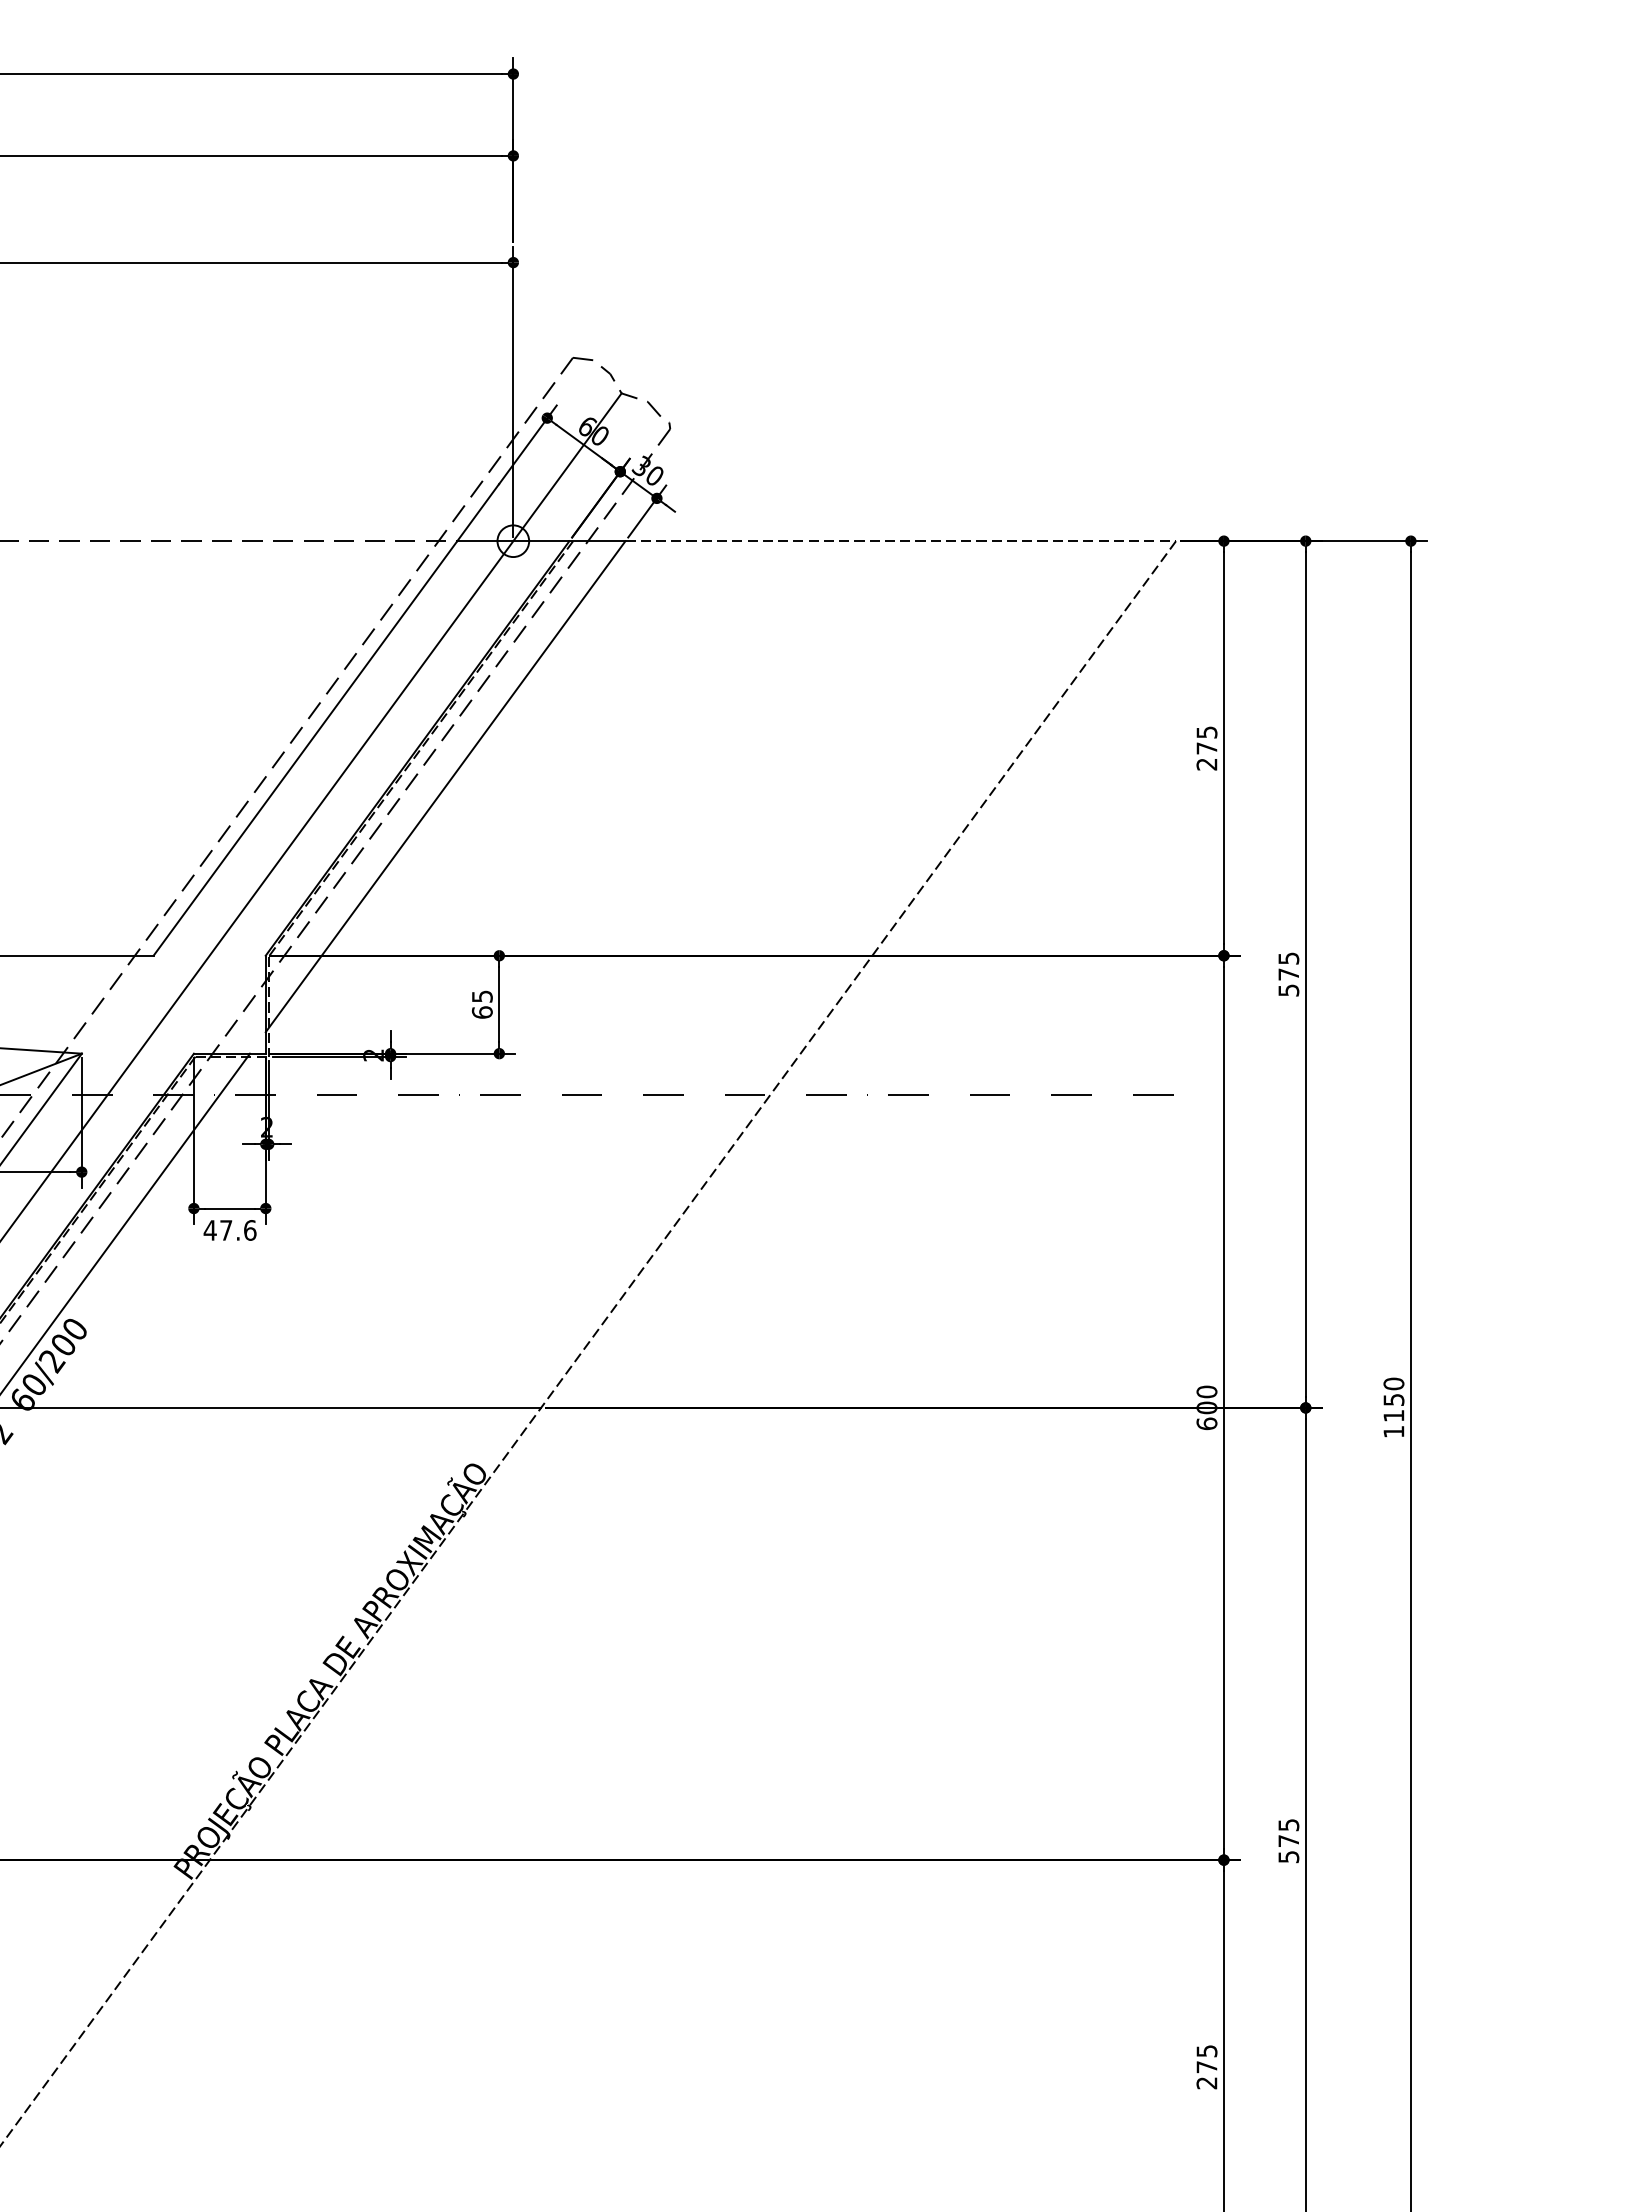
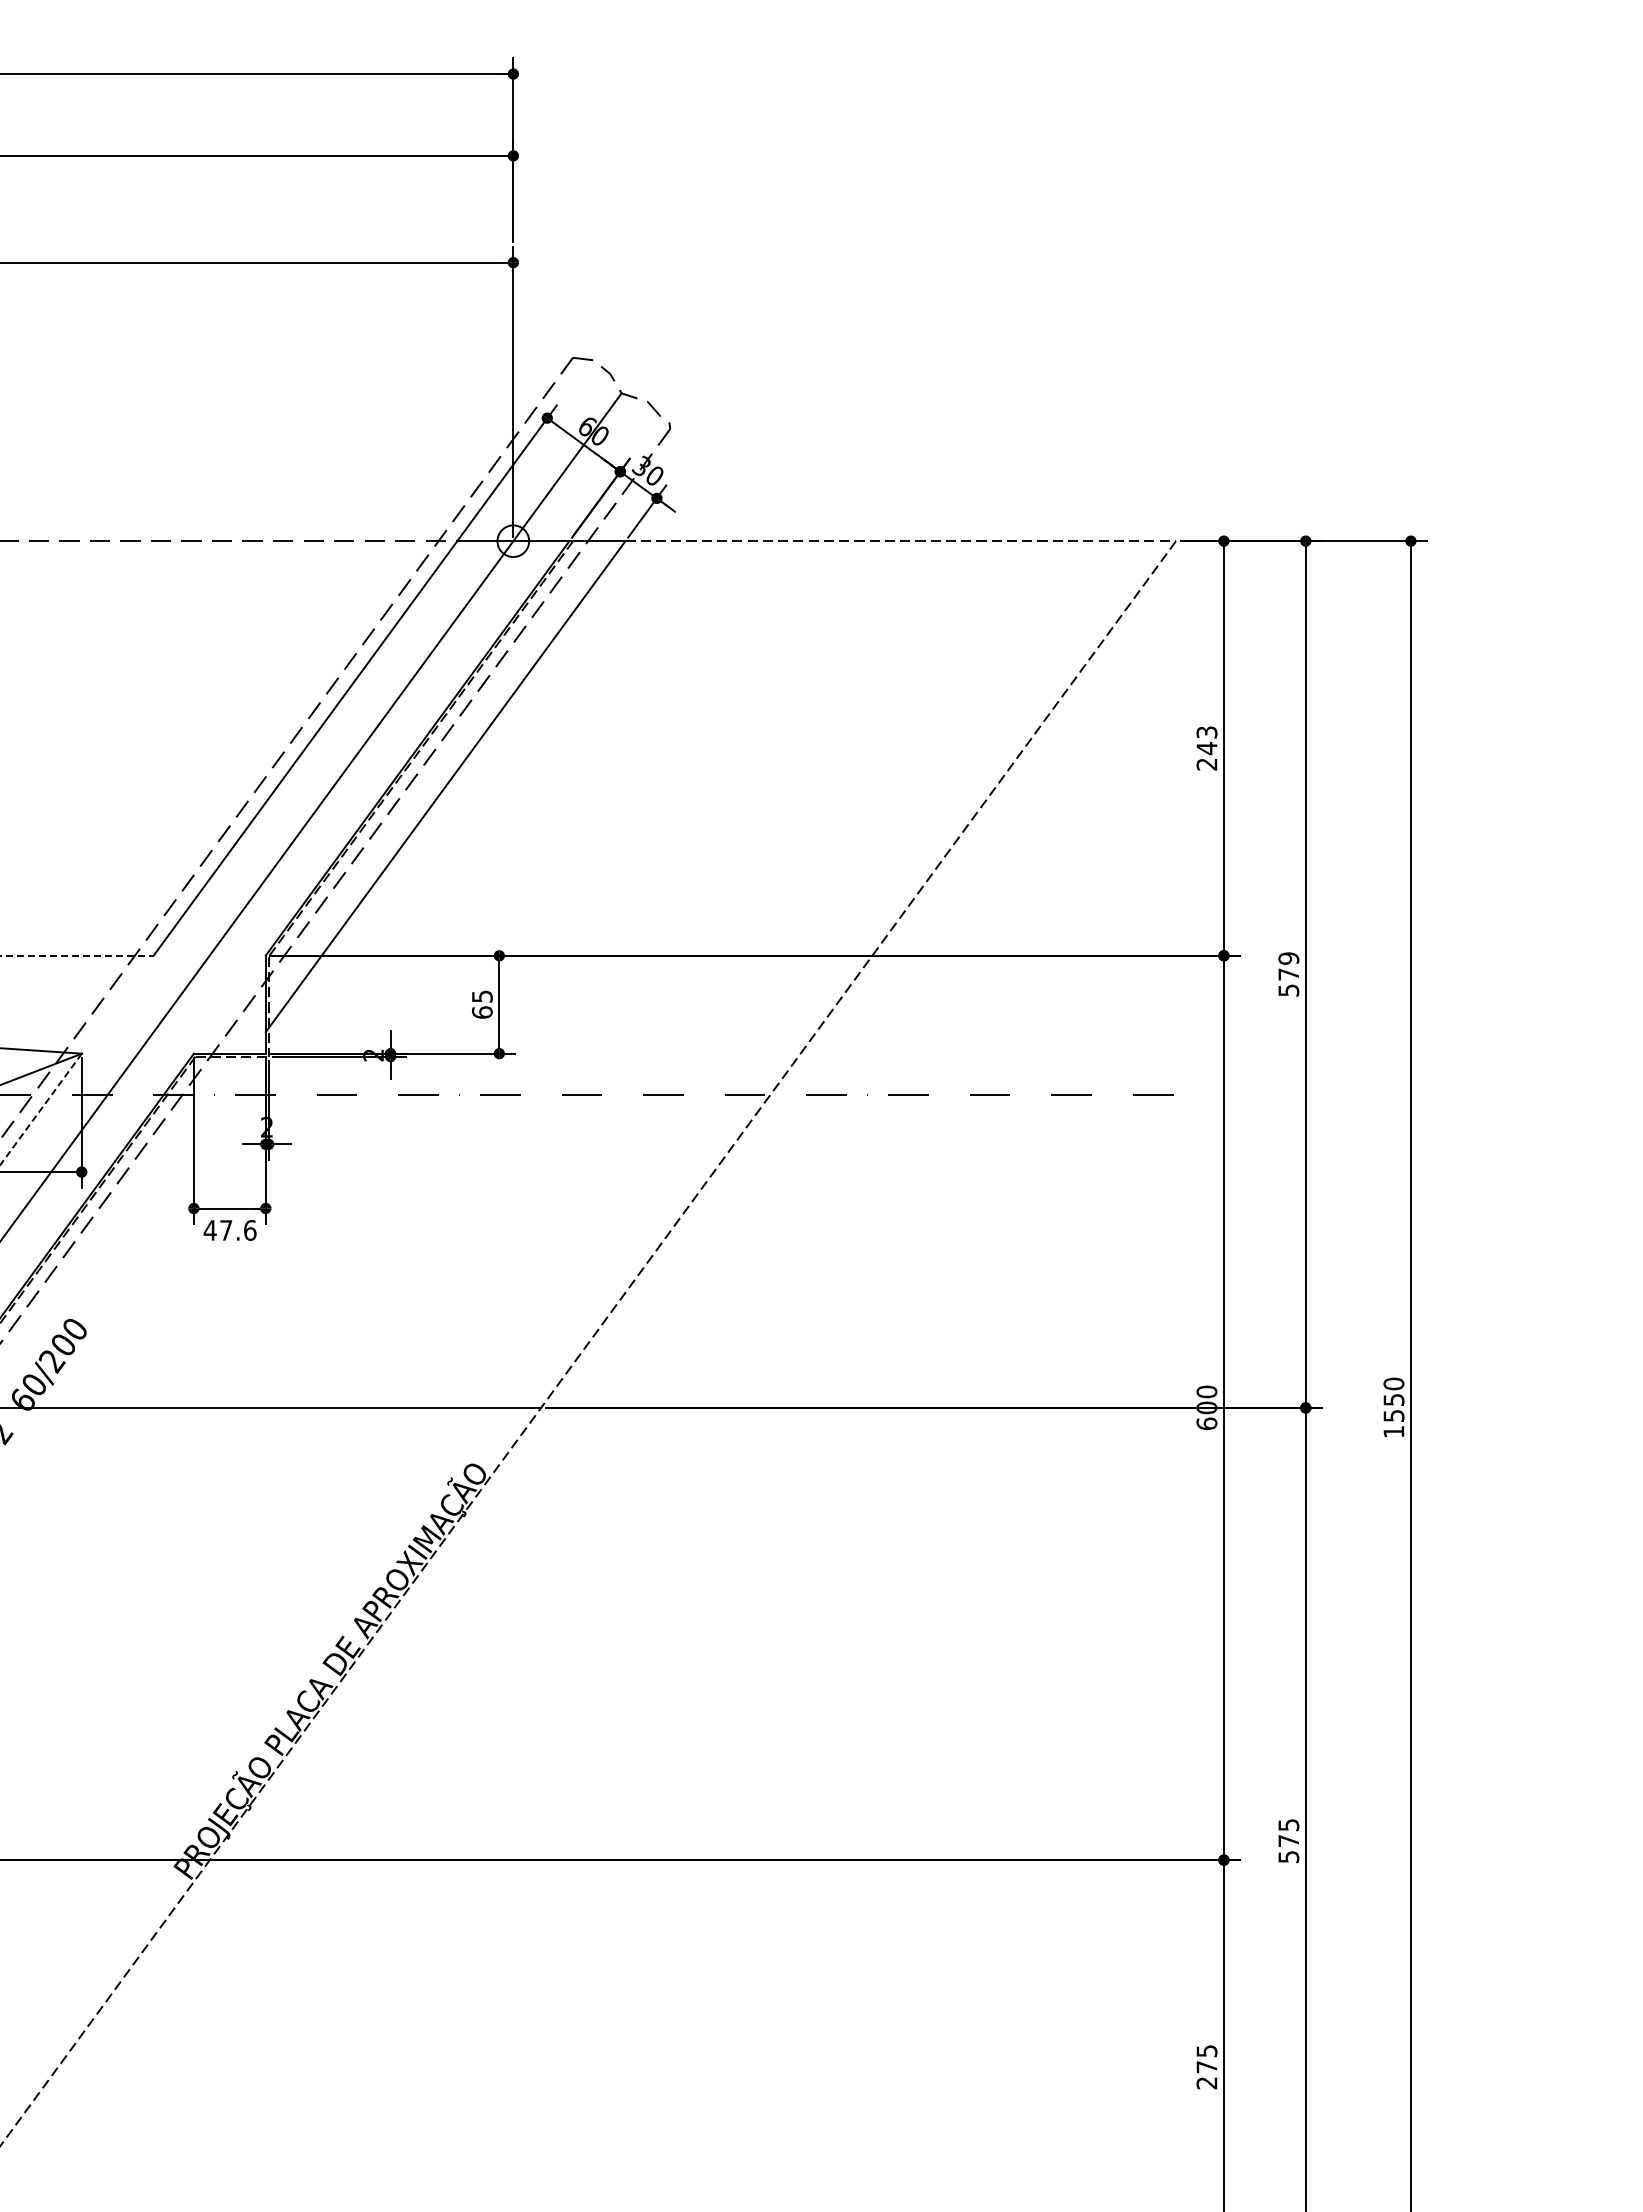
text at (1206, 740): 275 -> 243
line at (77, 955): solid -> dashed
text at (1288, 958): 575 -> 579
line at (41, 1109): solid -> dashed
line at (126, 1222): present -> none
text at (1393, 1415): 1150 -> 1550
